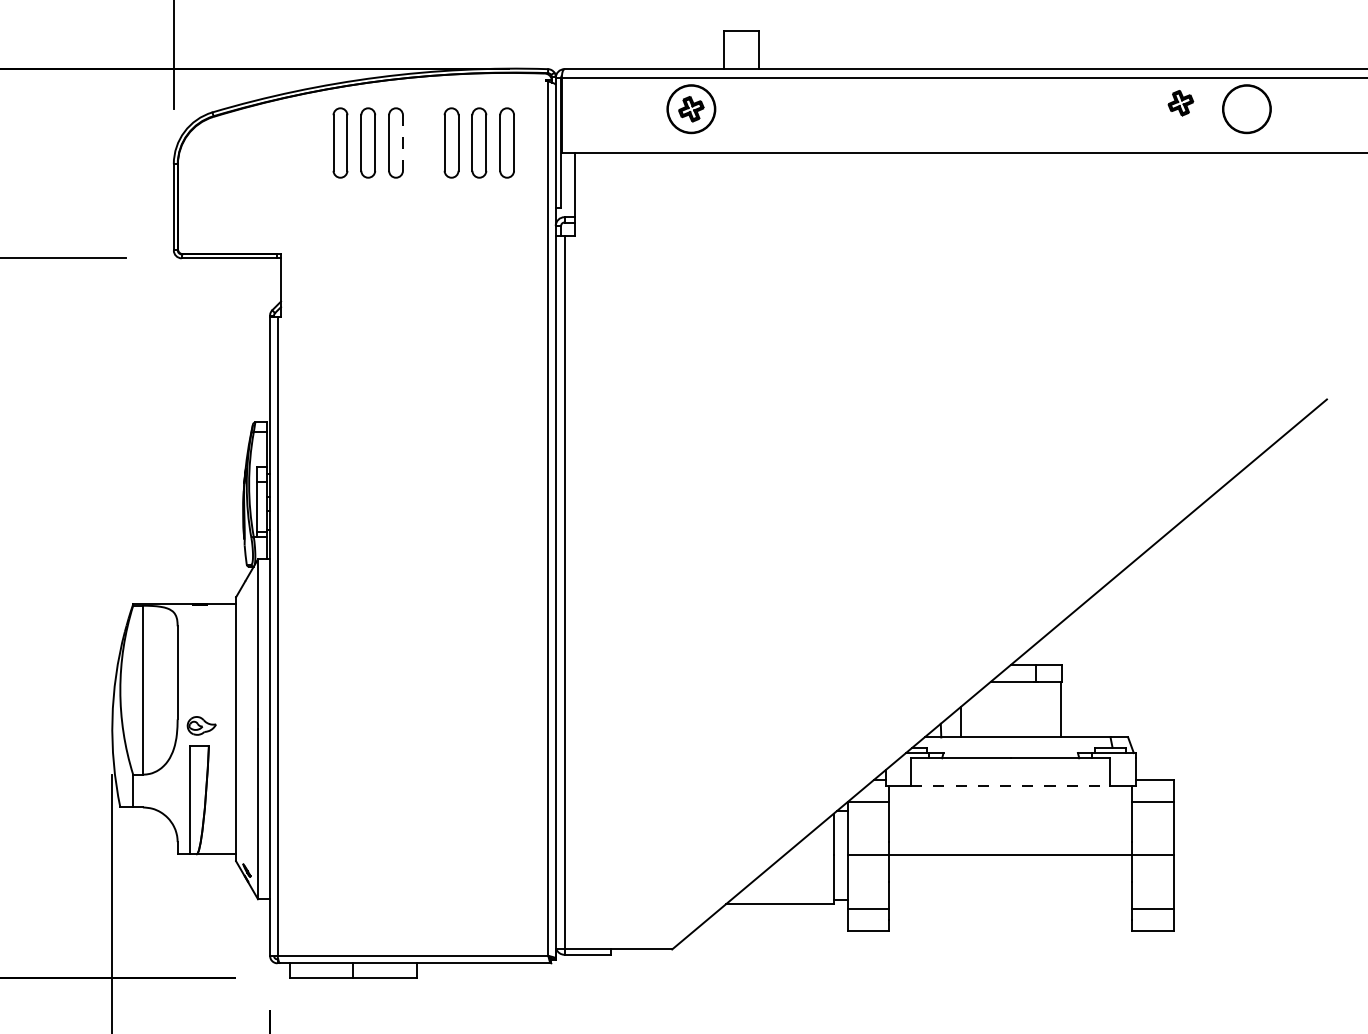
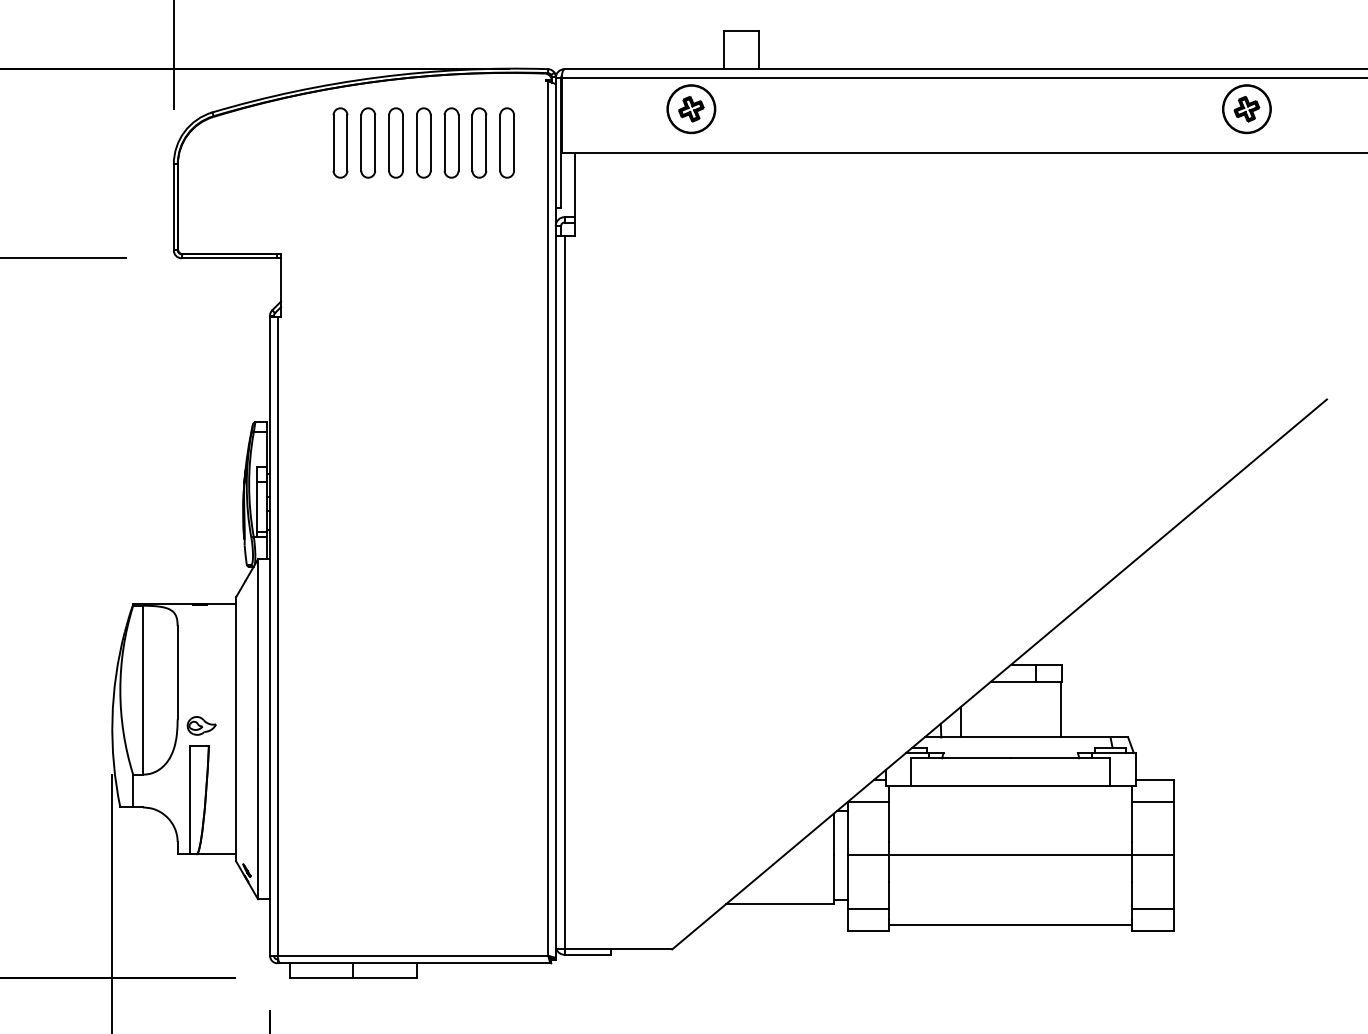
part at (1180, 103) position: (1180, 103) -> (1246, 109)
part at (423, 142): none -> present
line at (402, 143): dashed -> solid
line at (1010, 786): dashed -> solid
line at (1010, 924): none -> present
